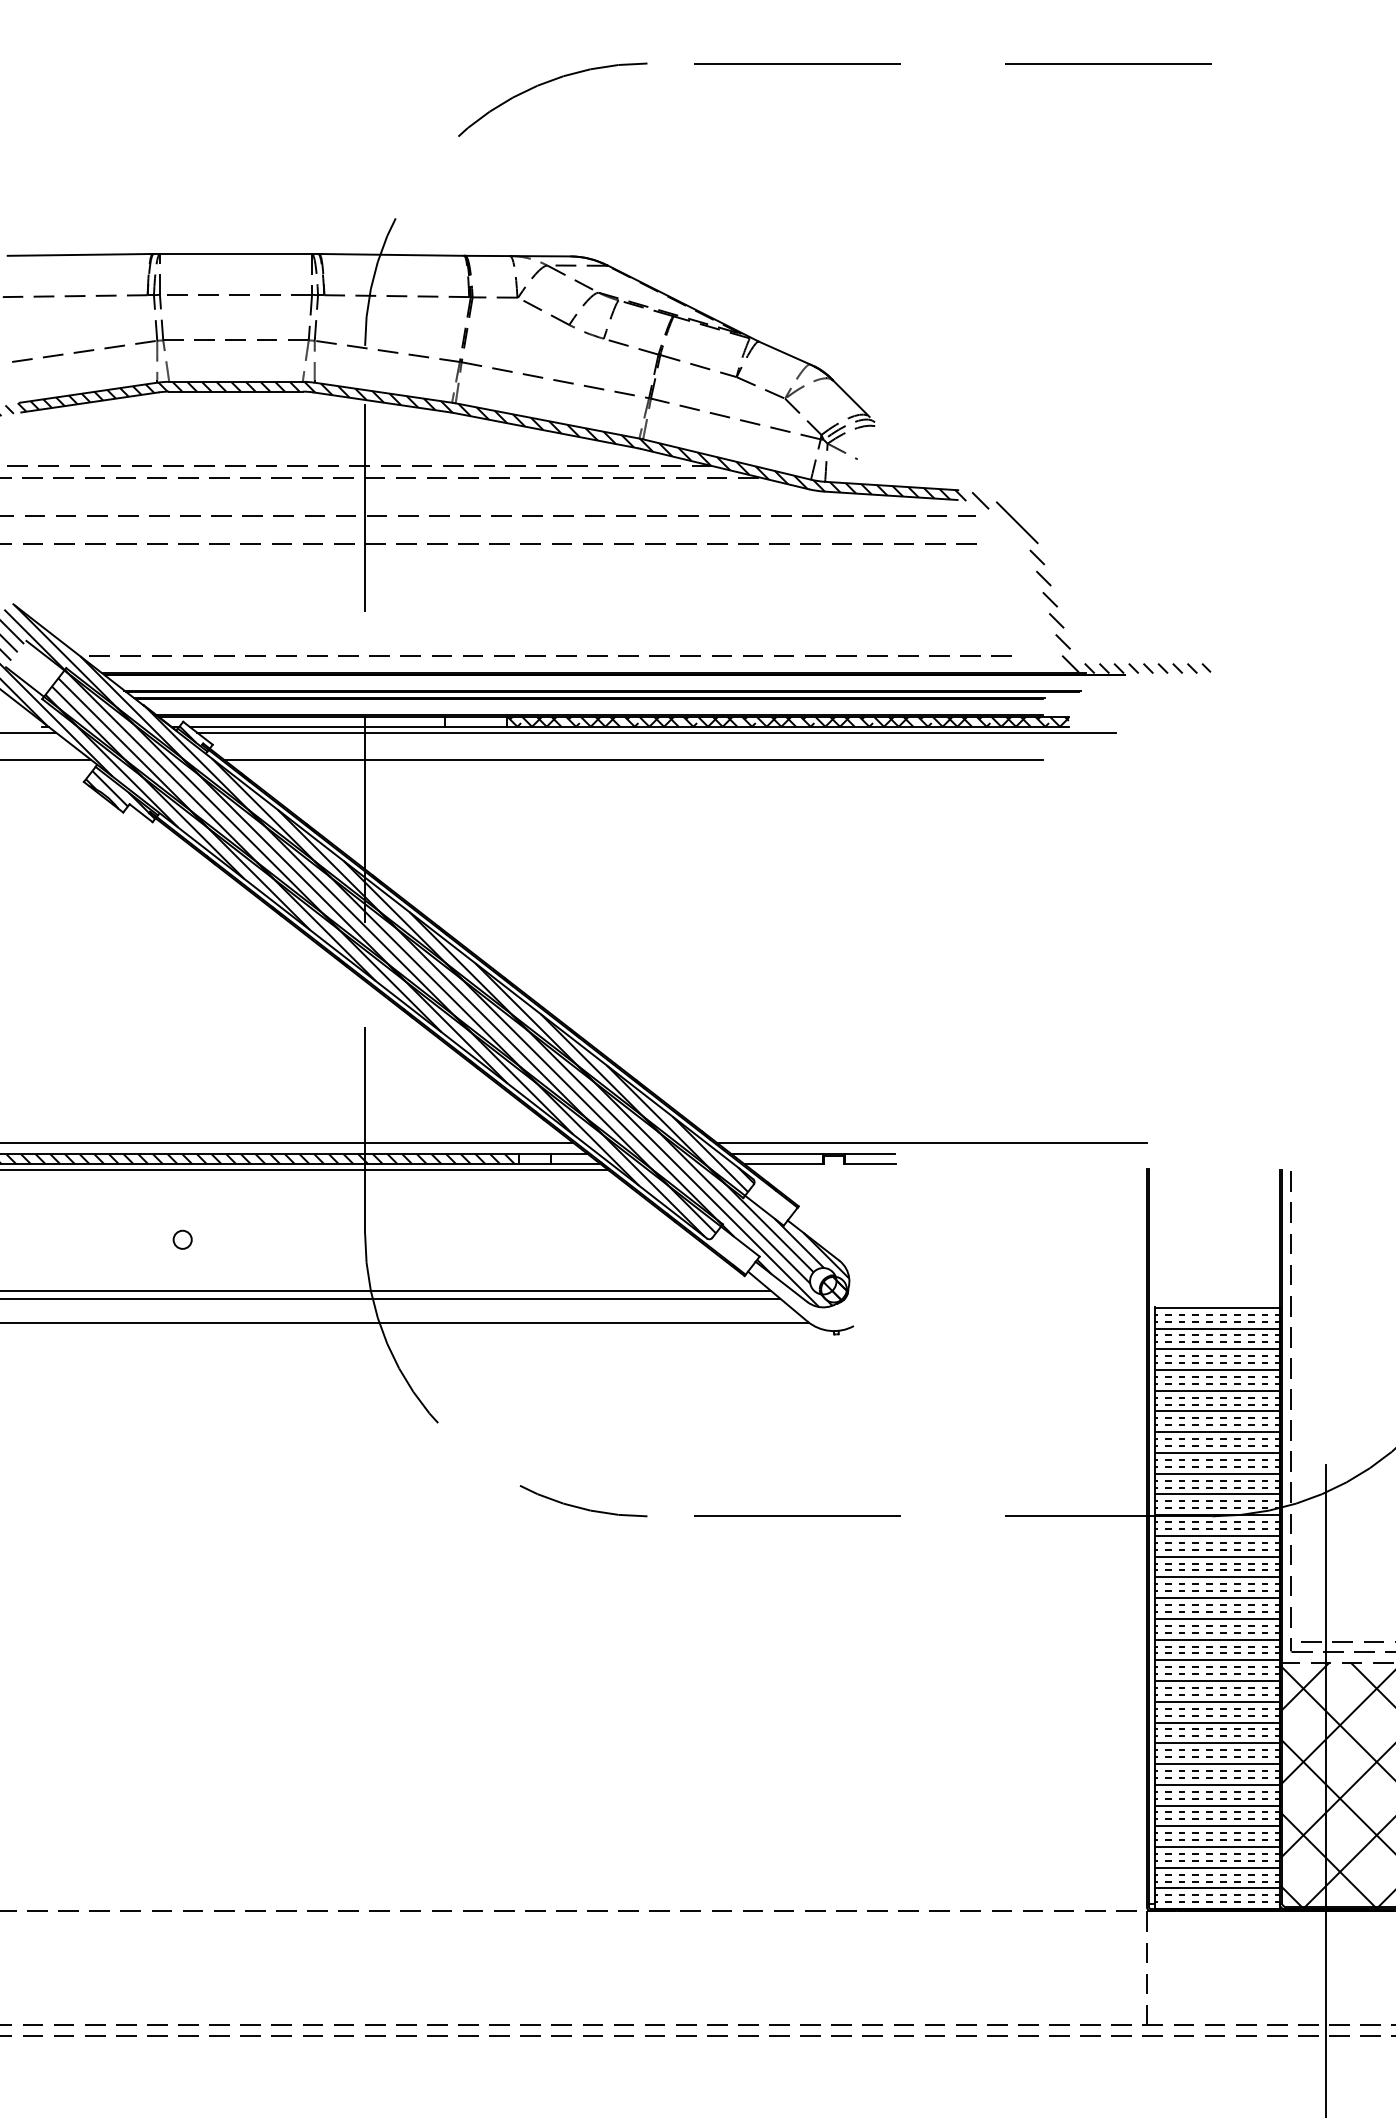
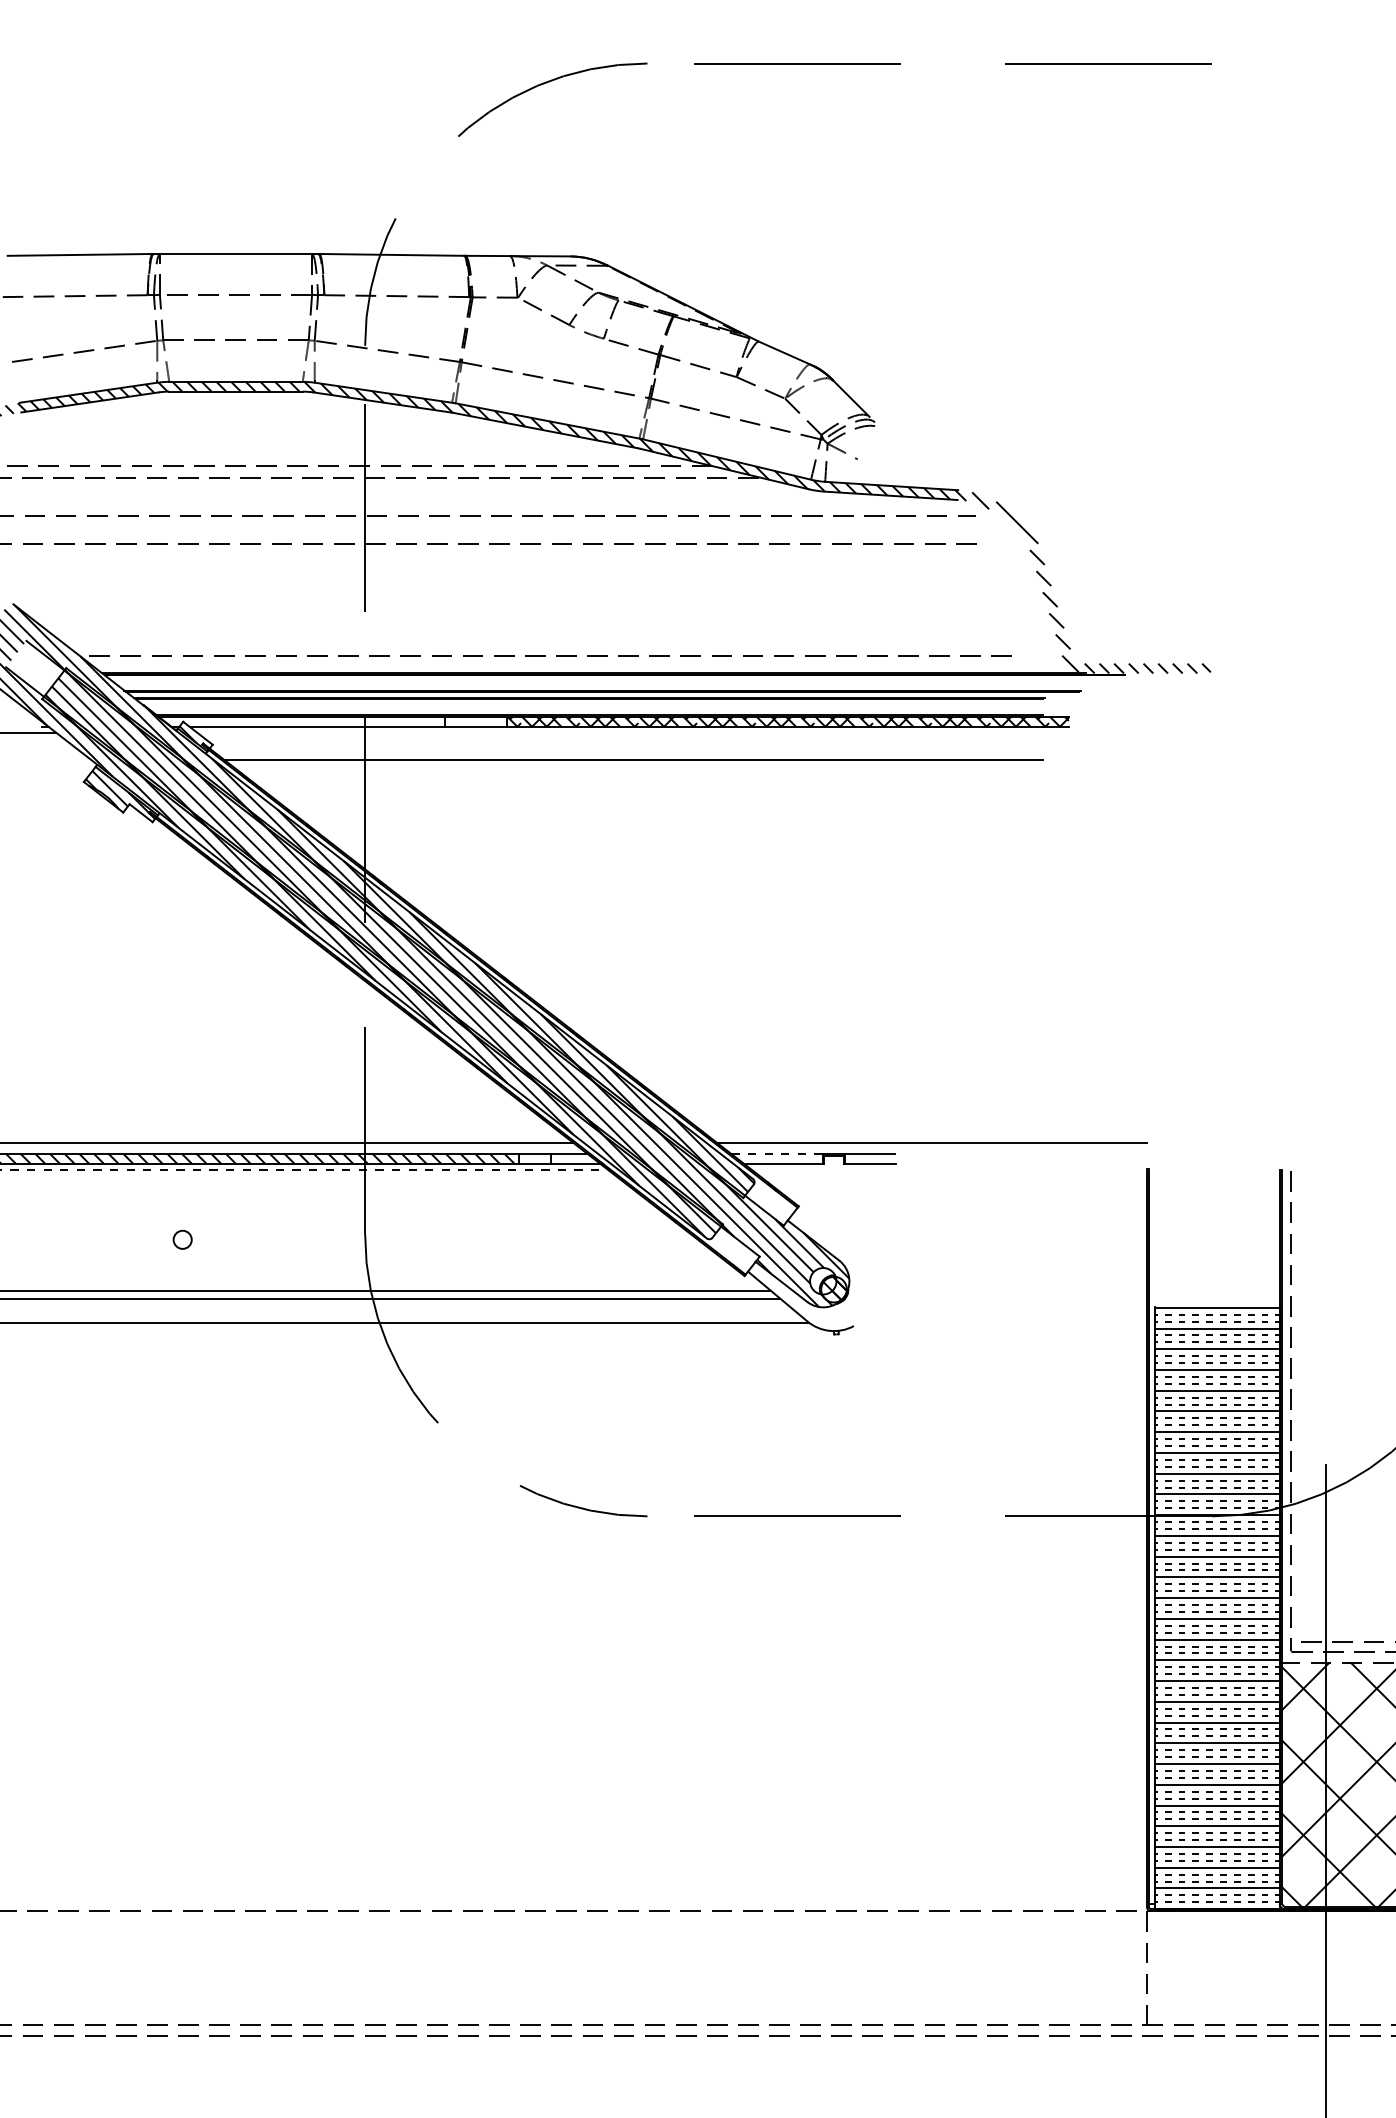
line at (656, 732): present -> none
line at (46, 759): present -> none
line at (777, 1154): solid -> dashed
line at (304, 1169): solid -> dashed
